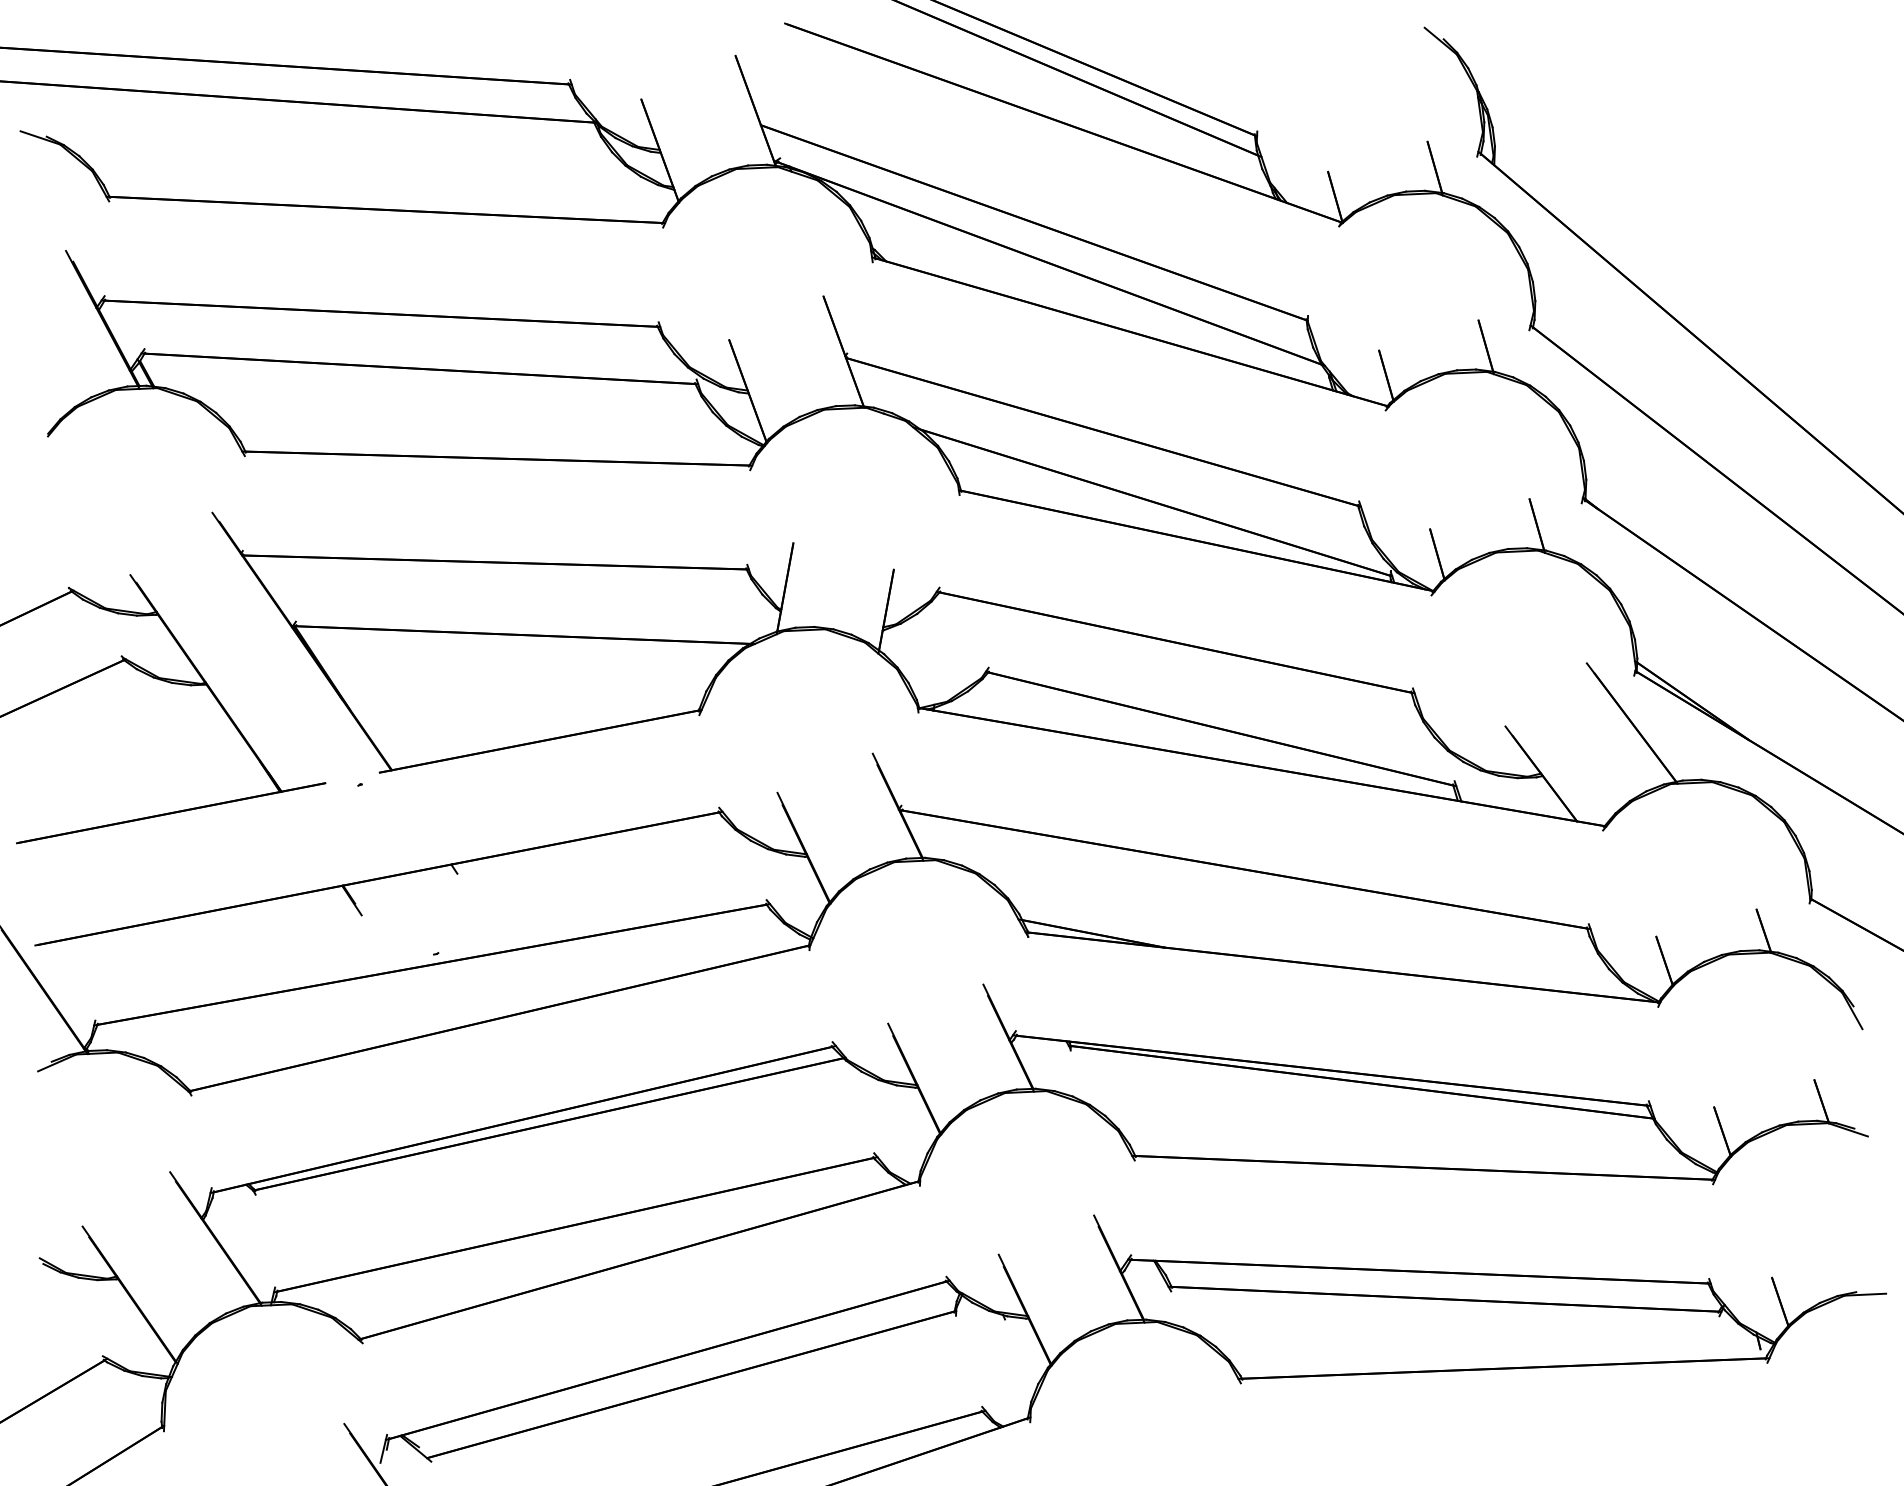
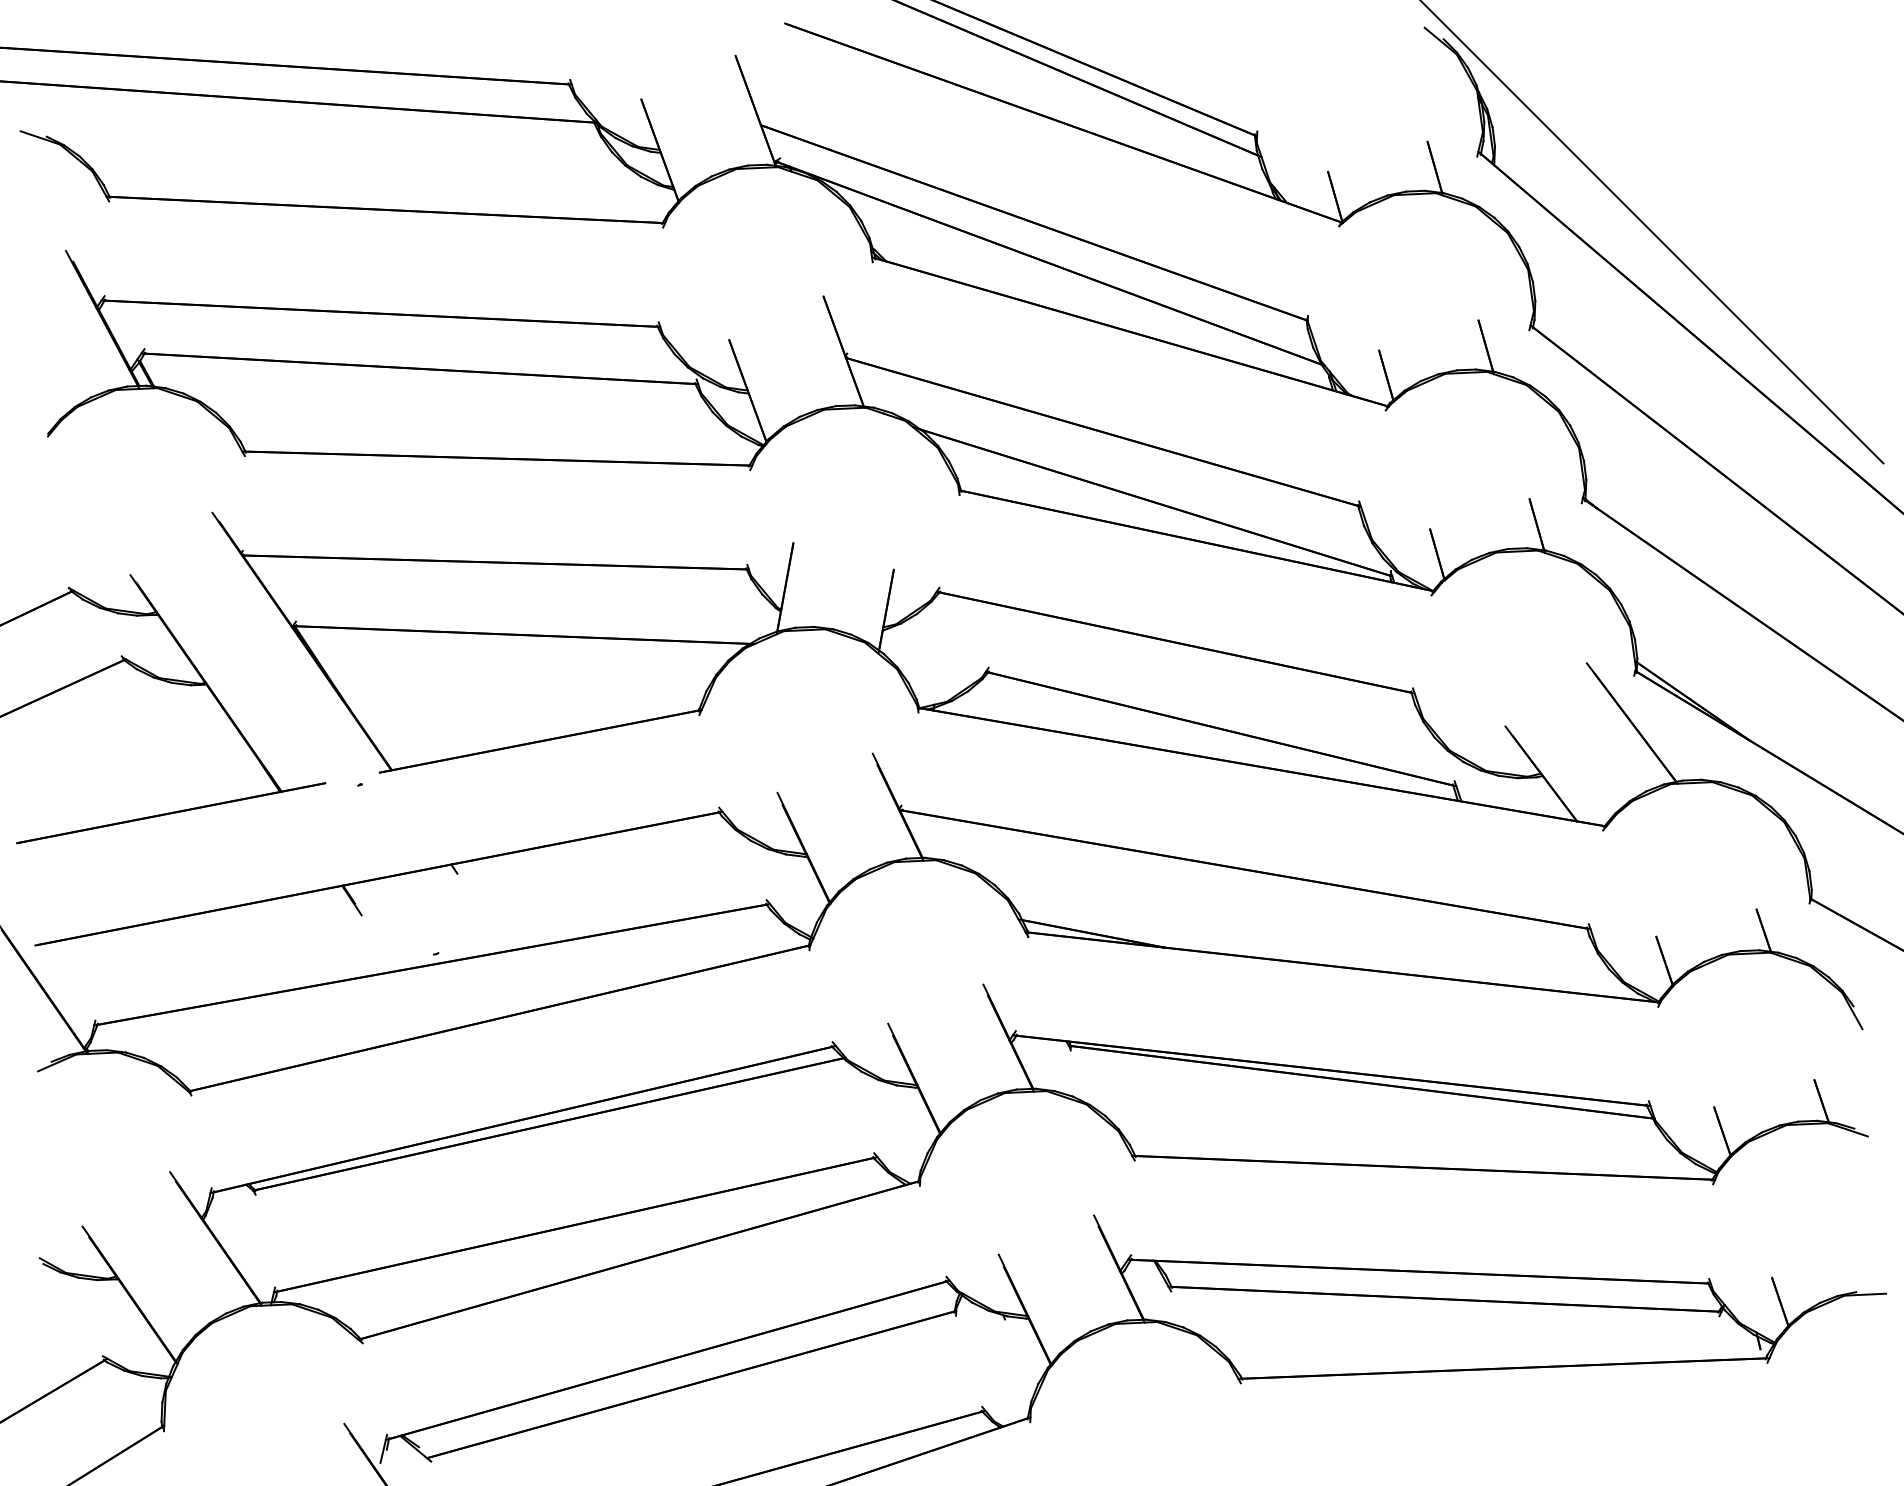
line at (1652, 232): none -> present
